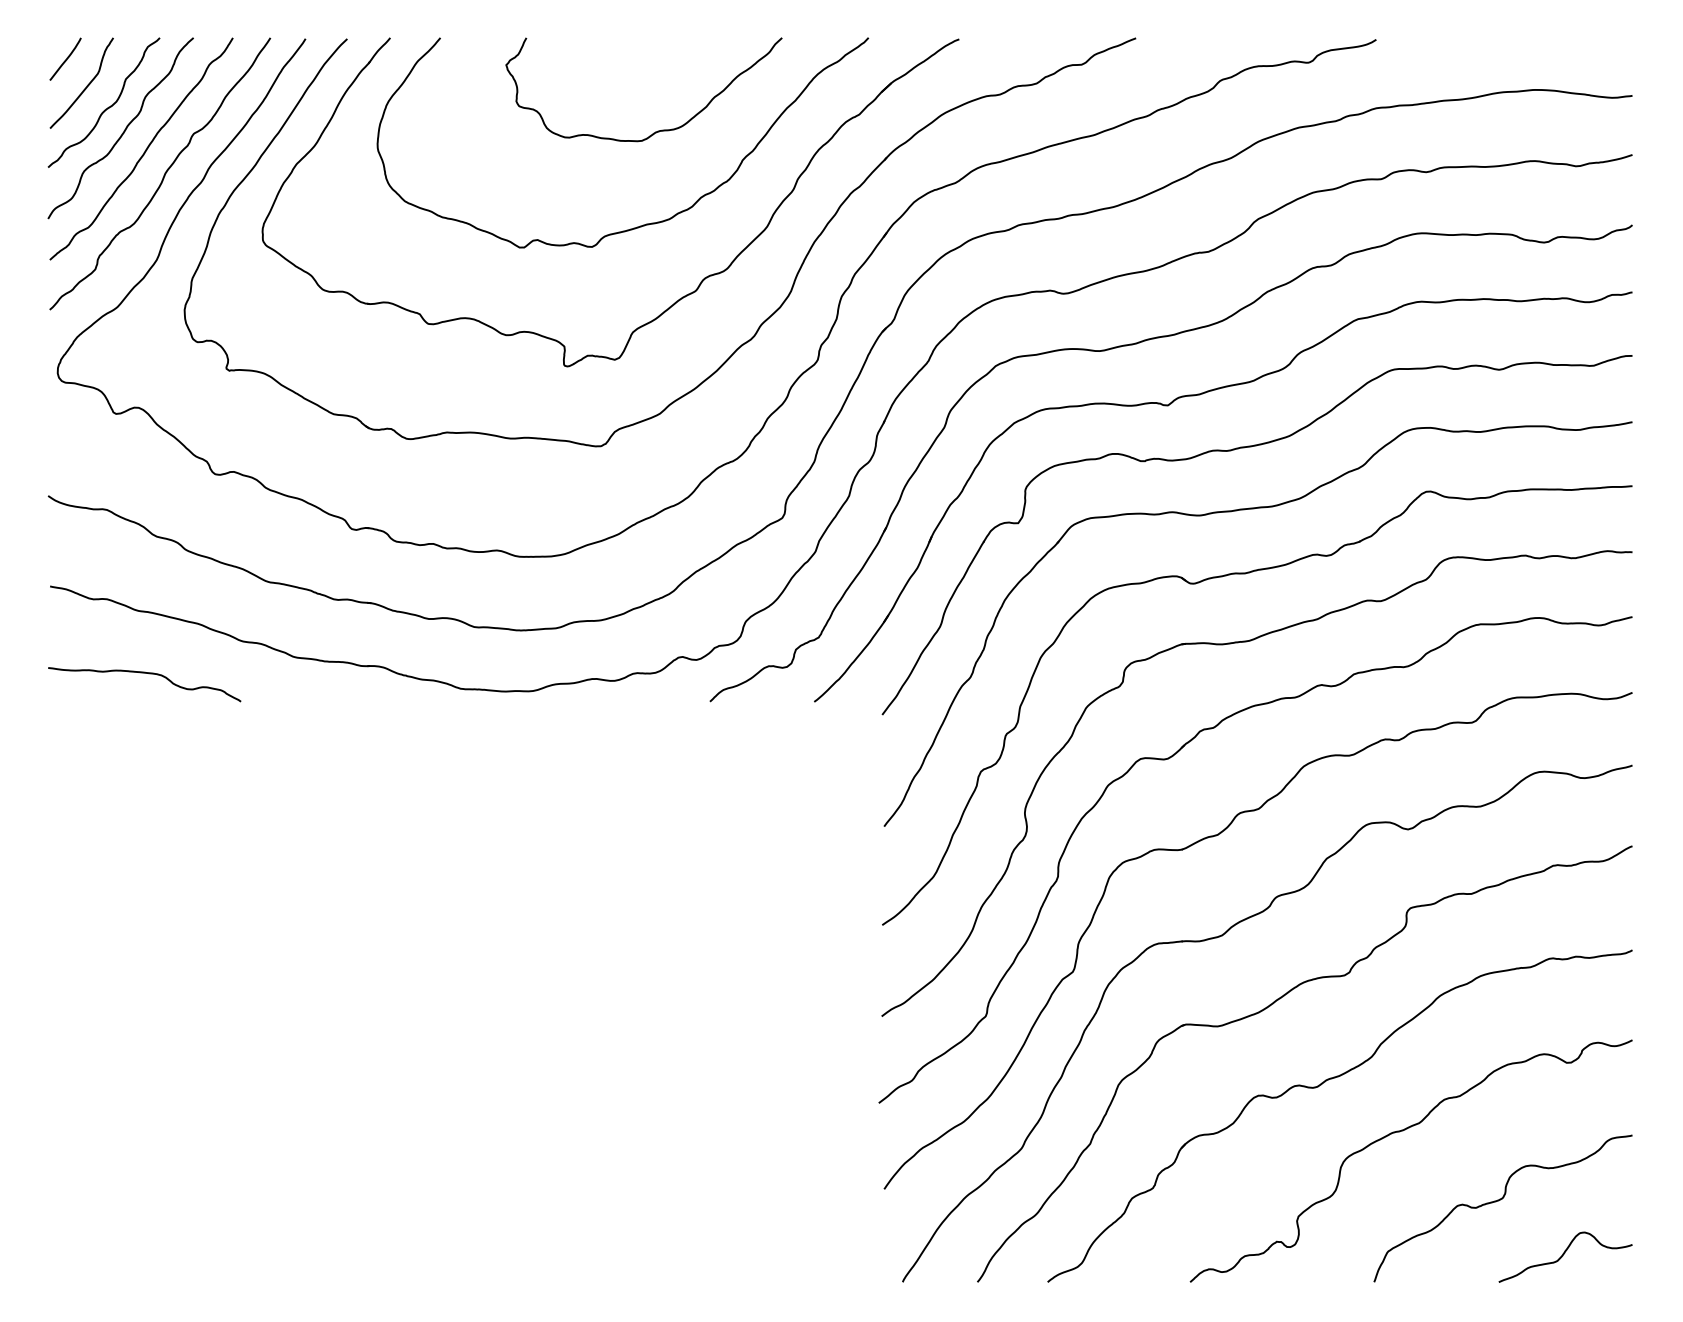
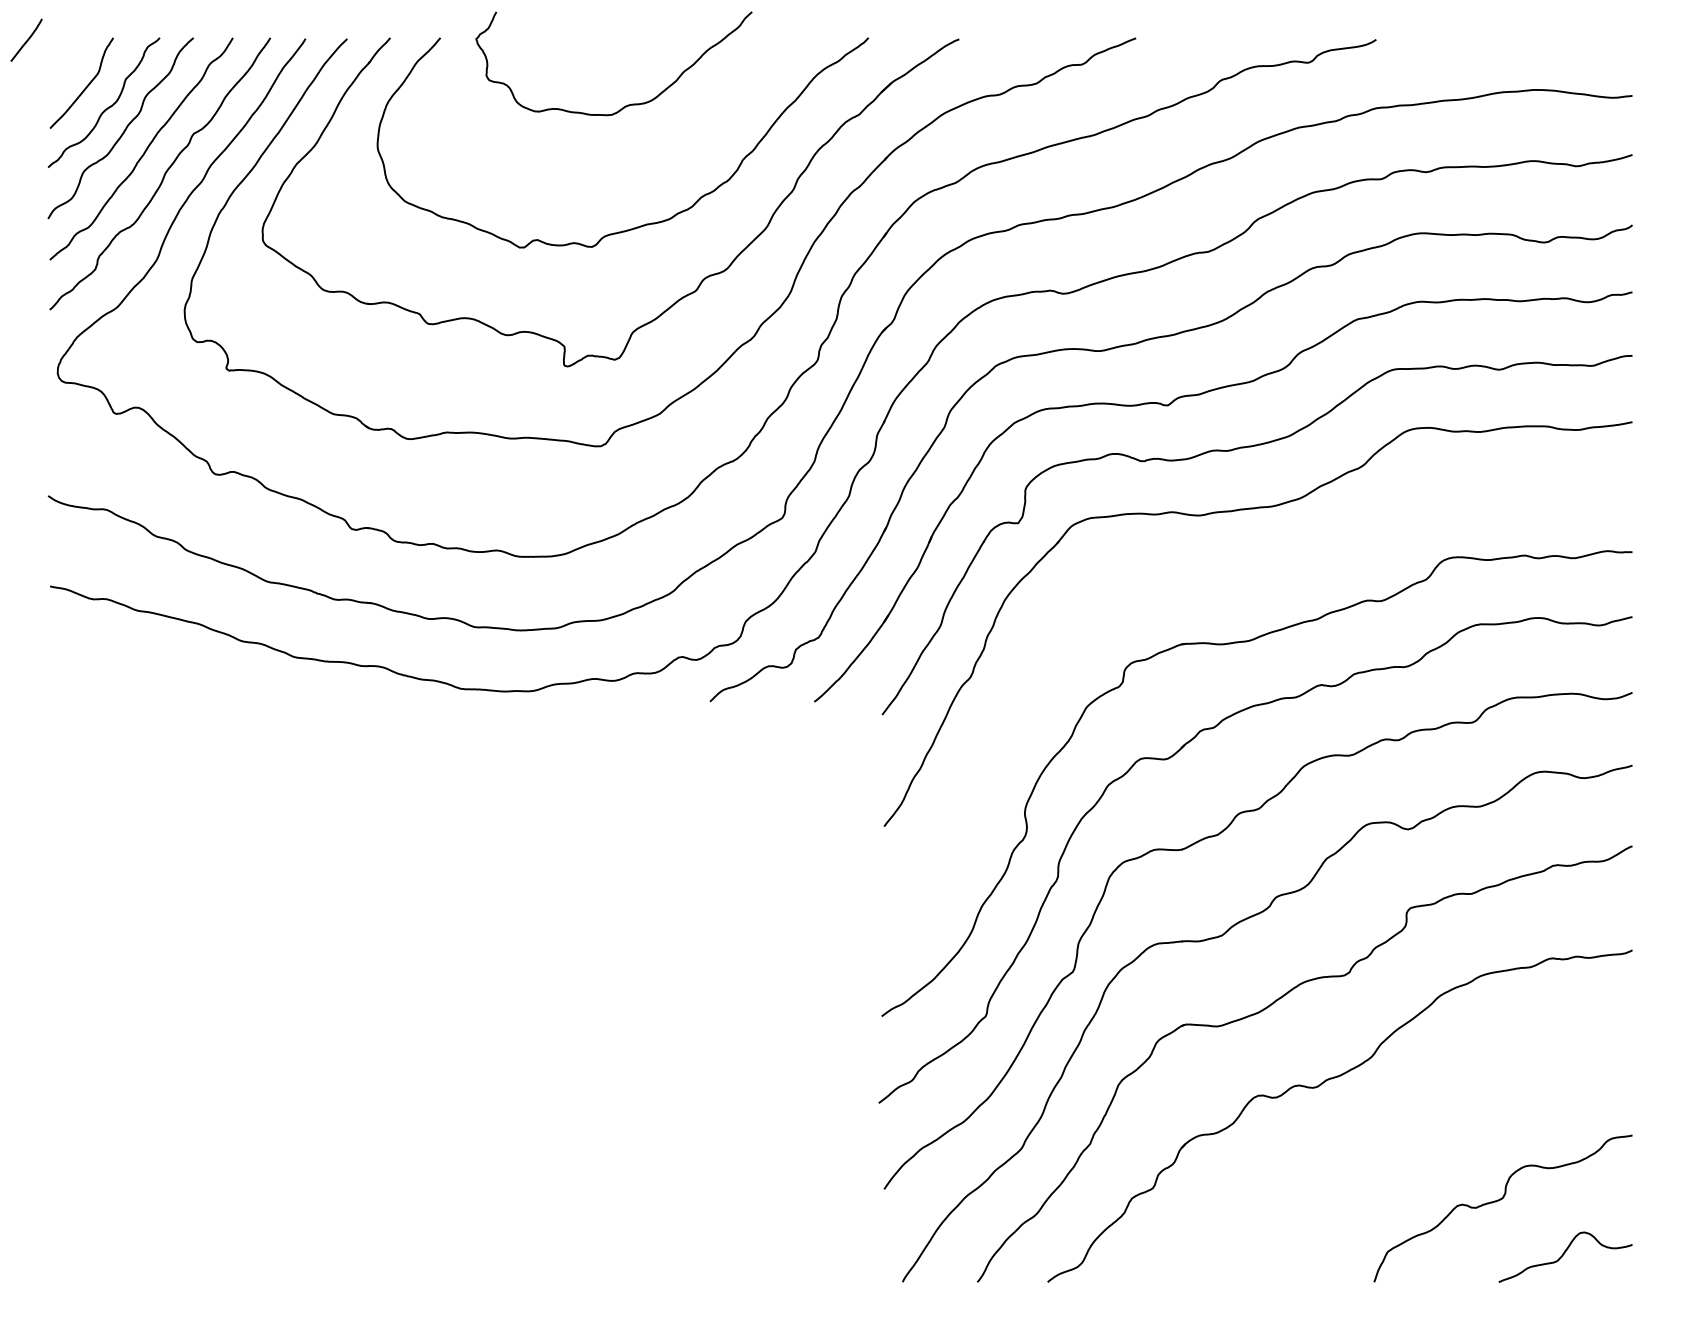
curve at (66, 58) position: (66, 58) -> (27, 39)
curve at (658, 130) position: (658, 130) -> (628, 104)
part at (1245, 574): present -> none
curve at (144, 673): present -> none
curve at (1403, 1131): present -> none
